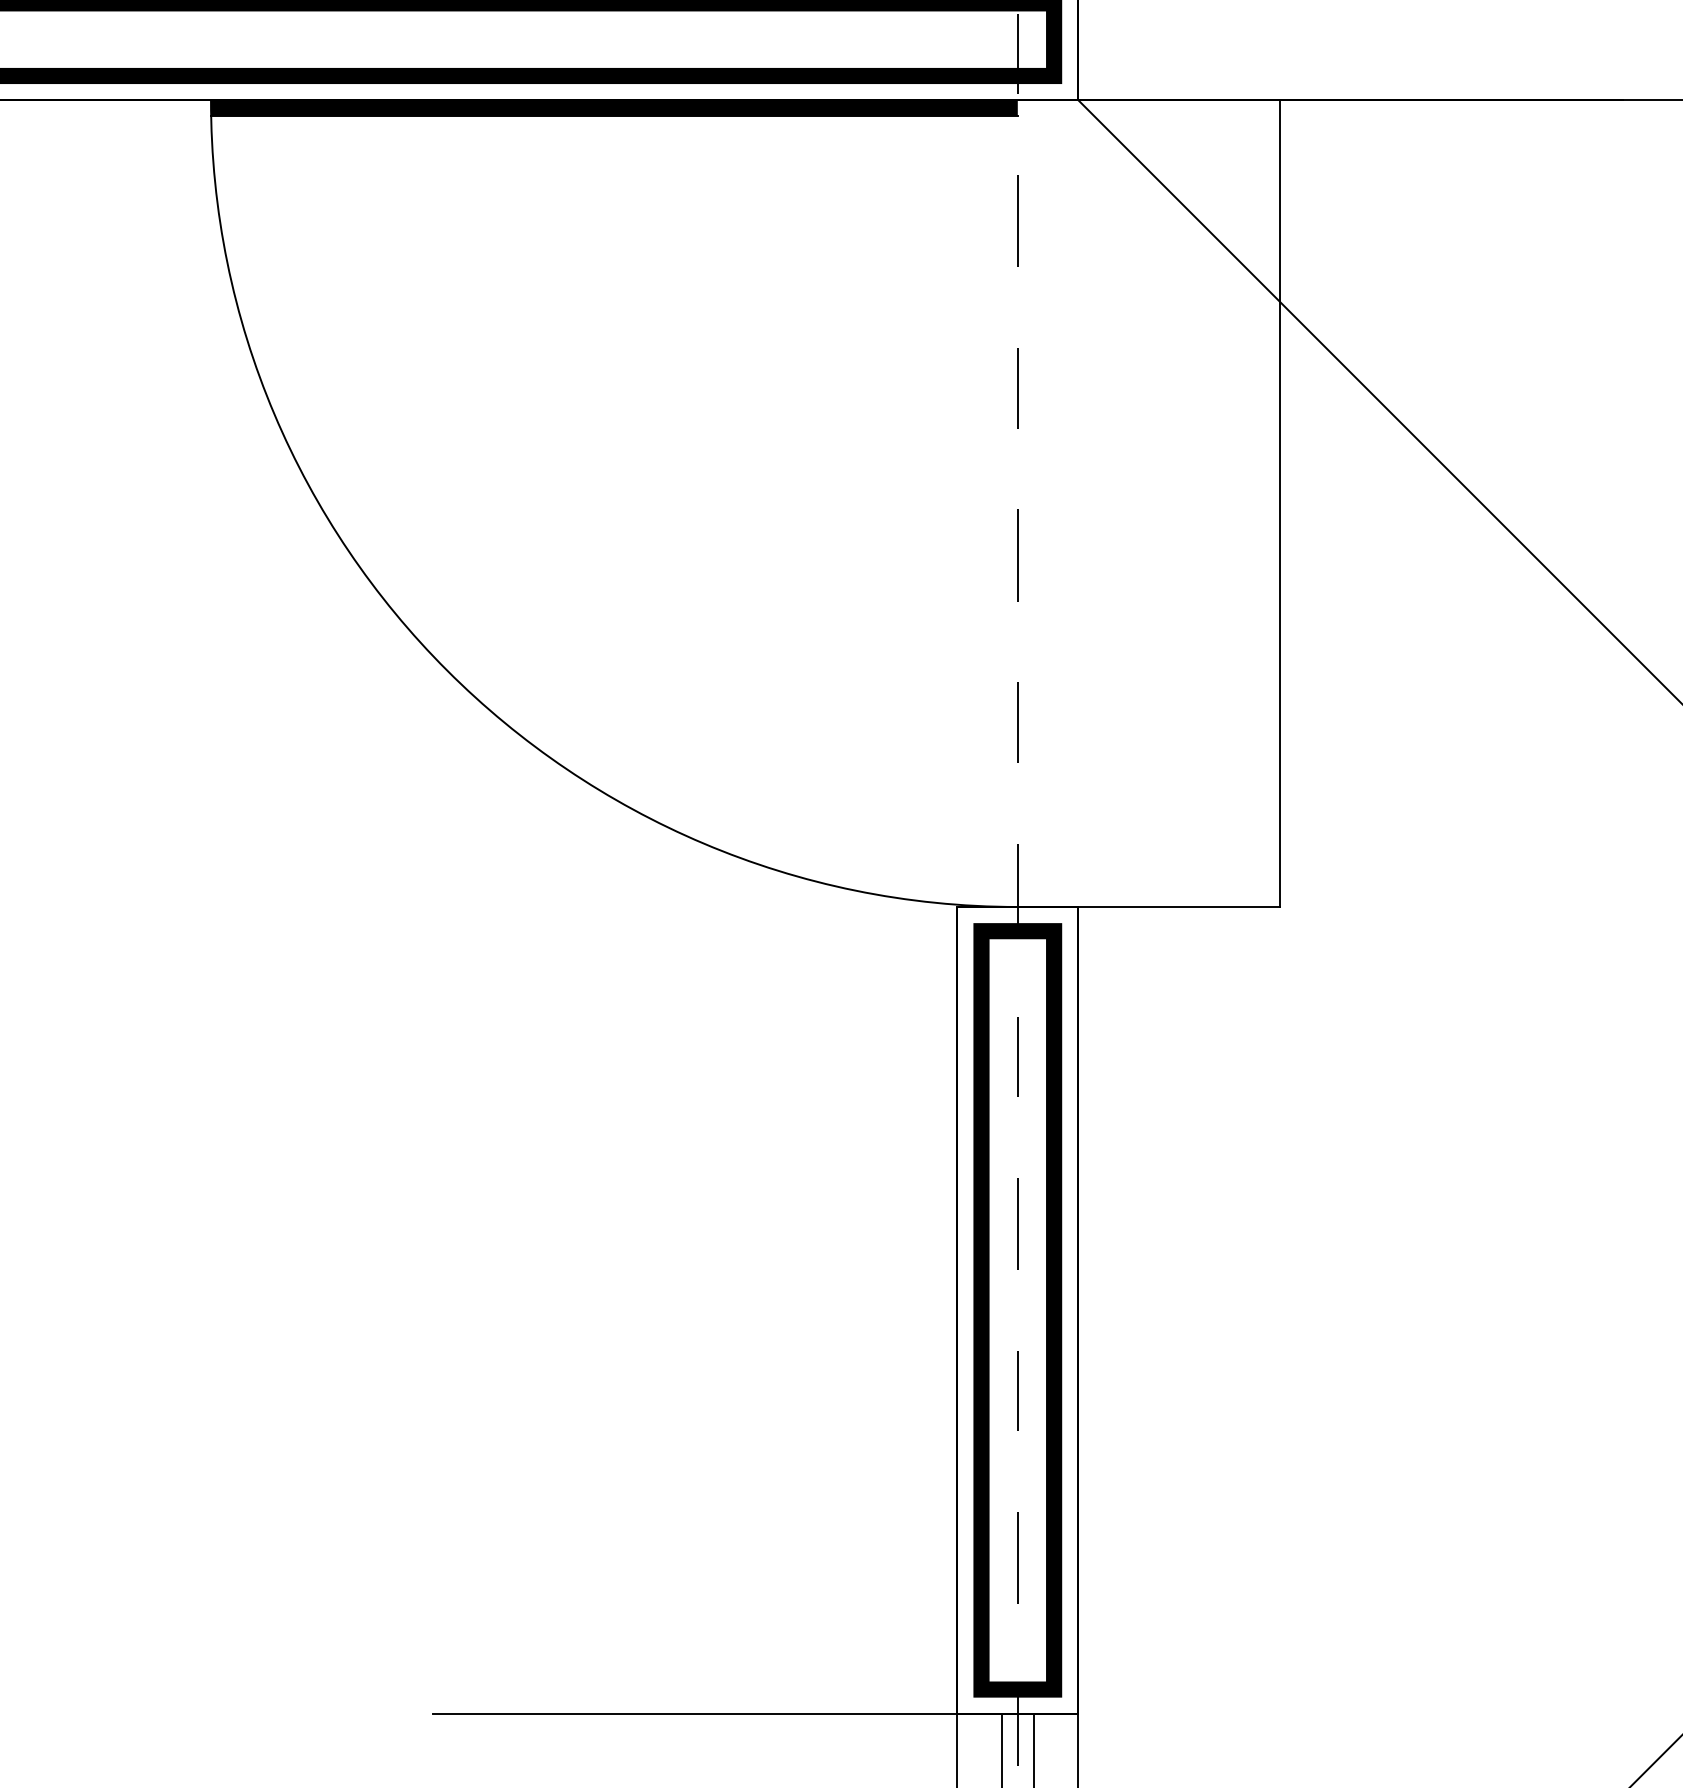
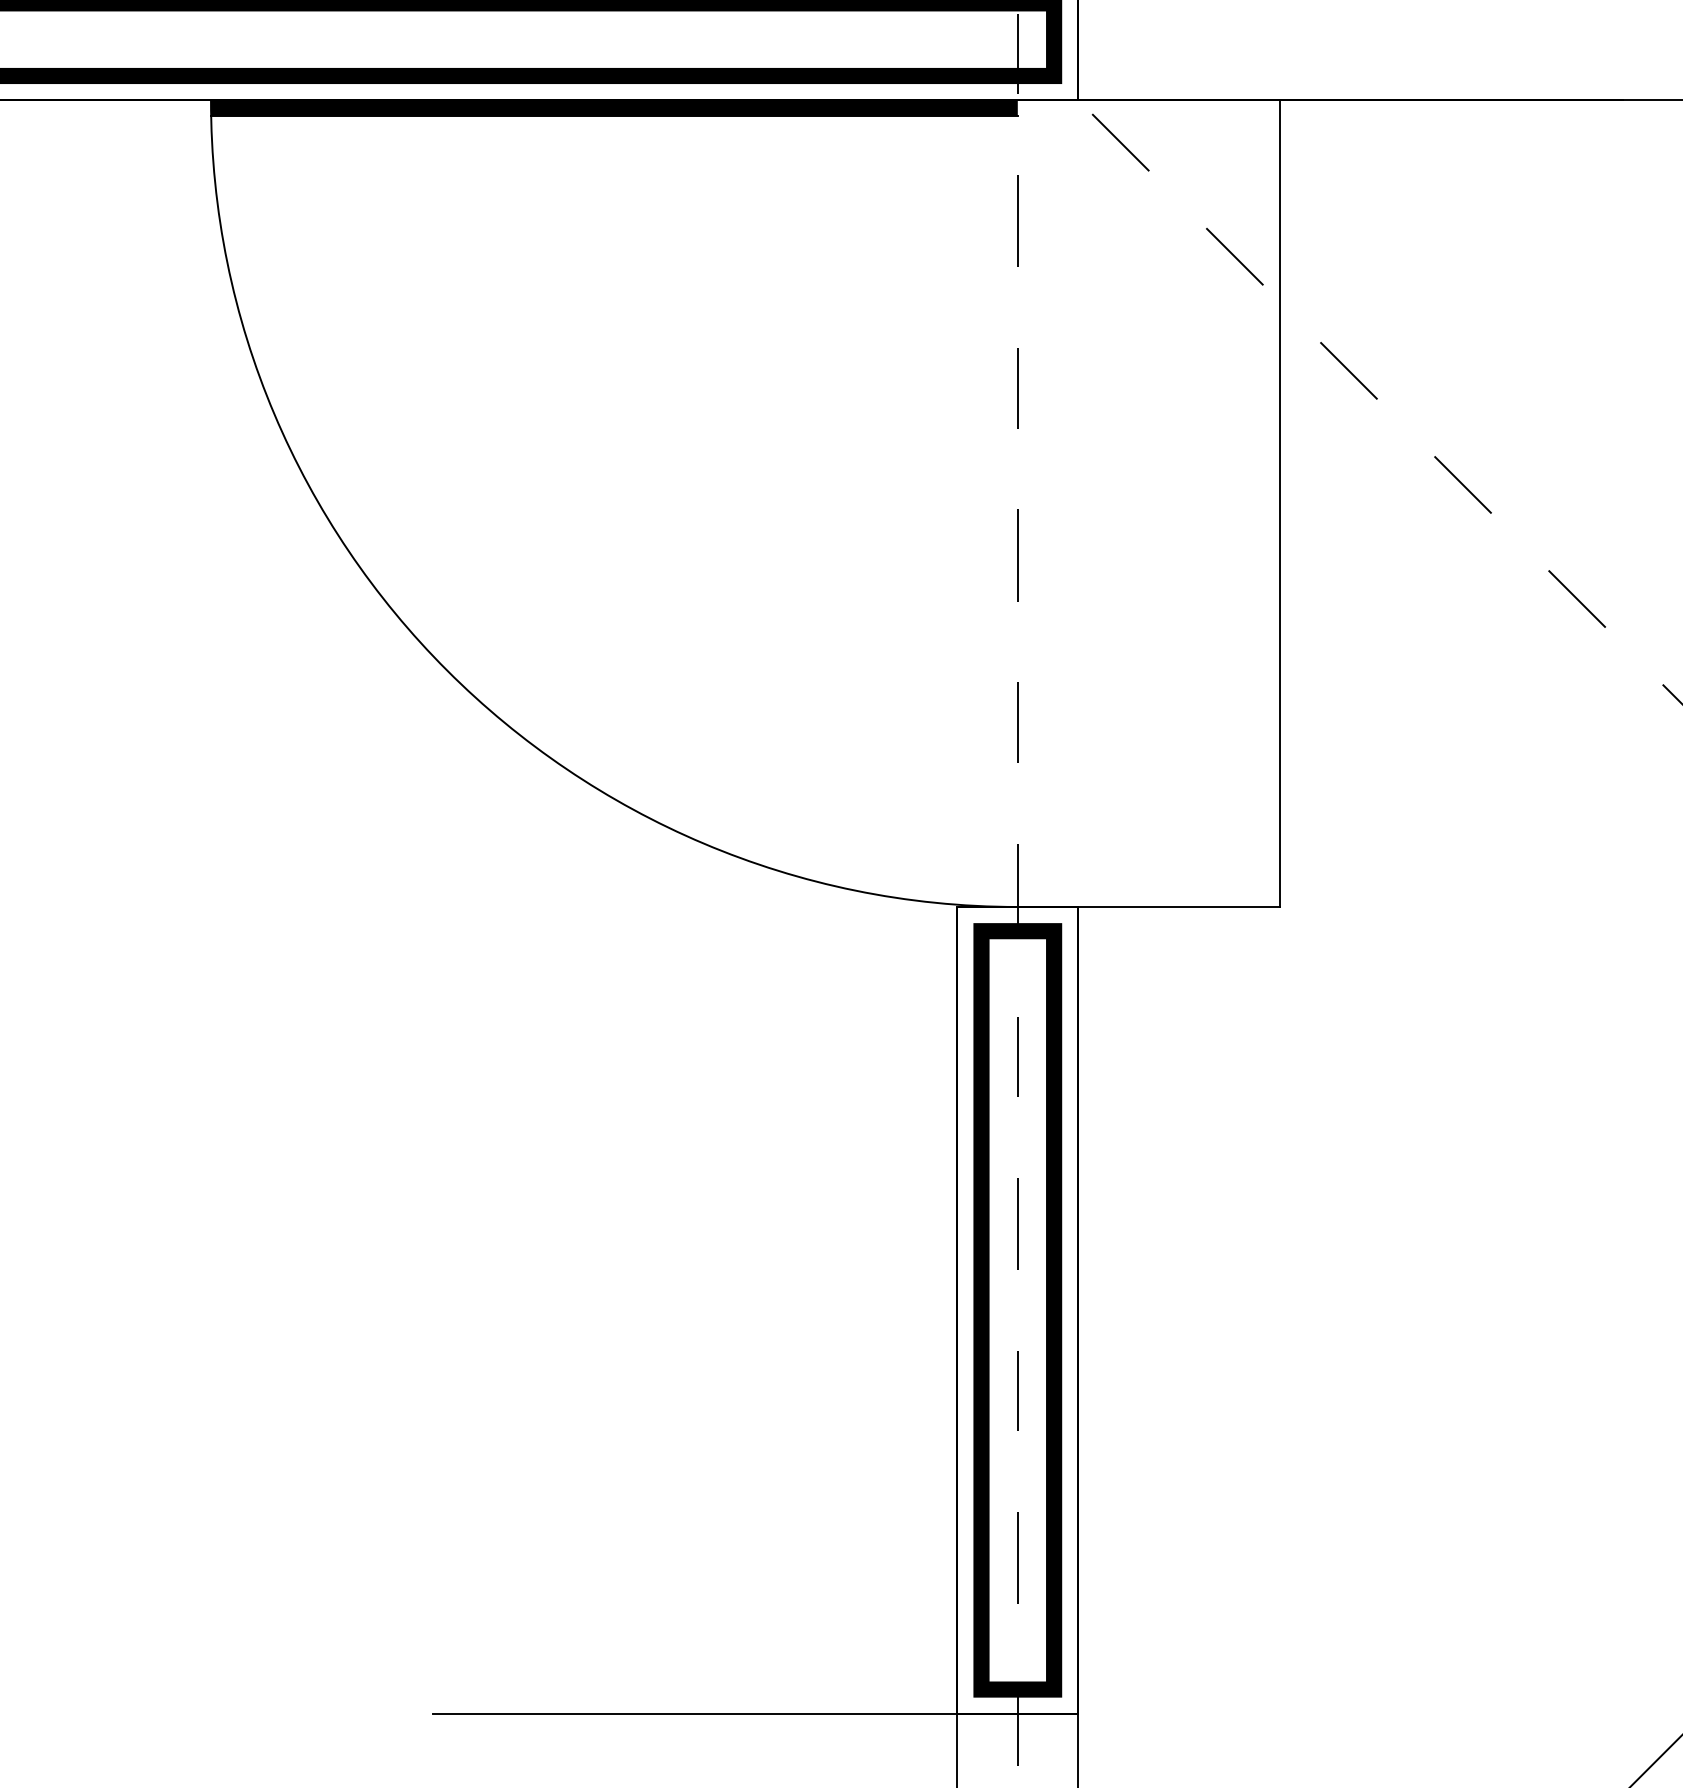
line at (1380, 402): solid -> dashed
line at (1001, 1748): present -> none
line at (1033, 1748): present -> none
